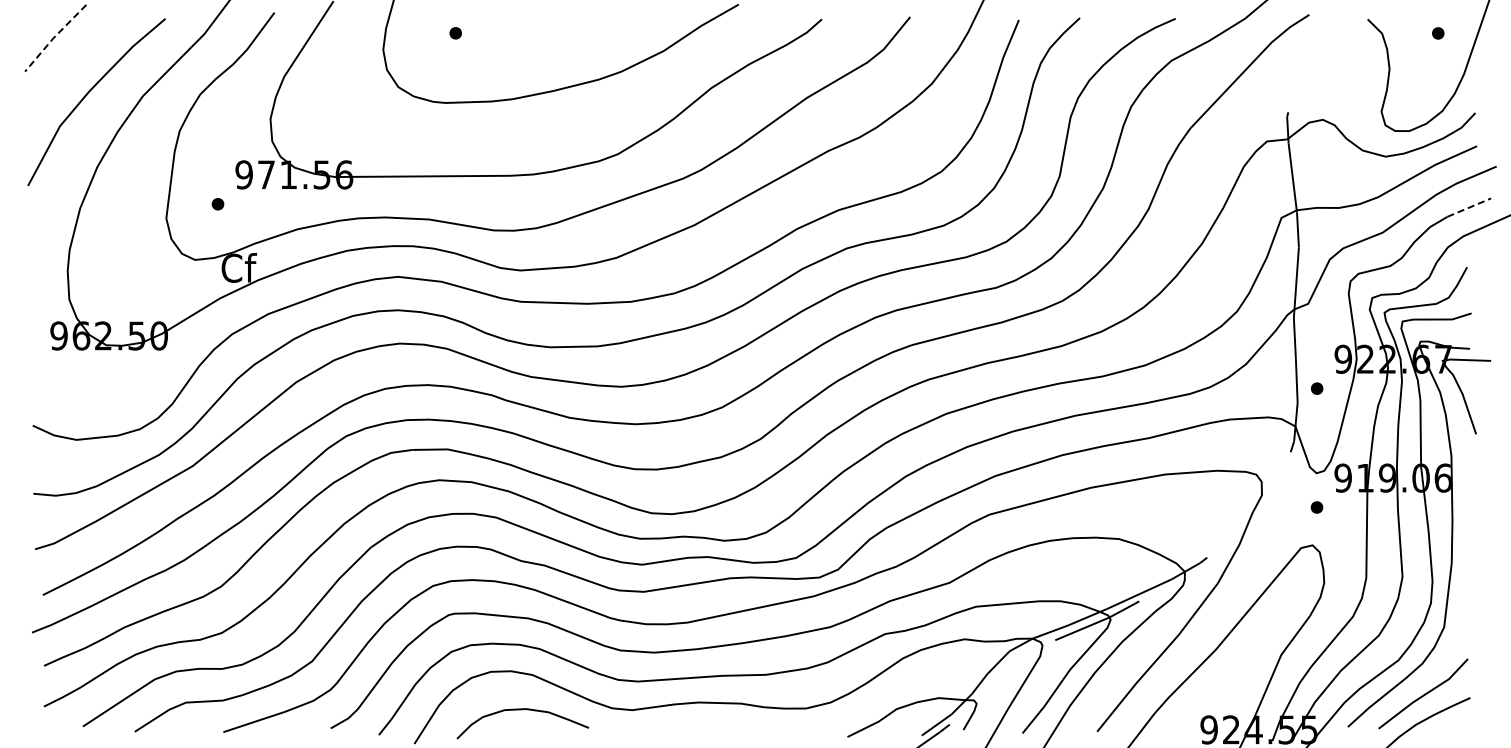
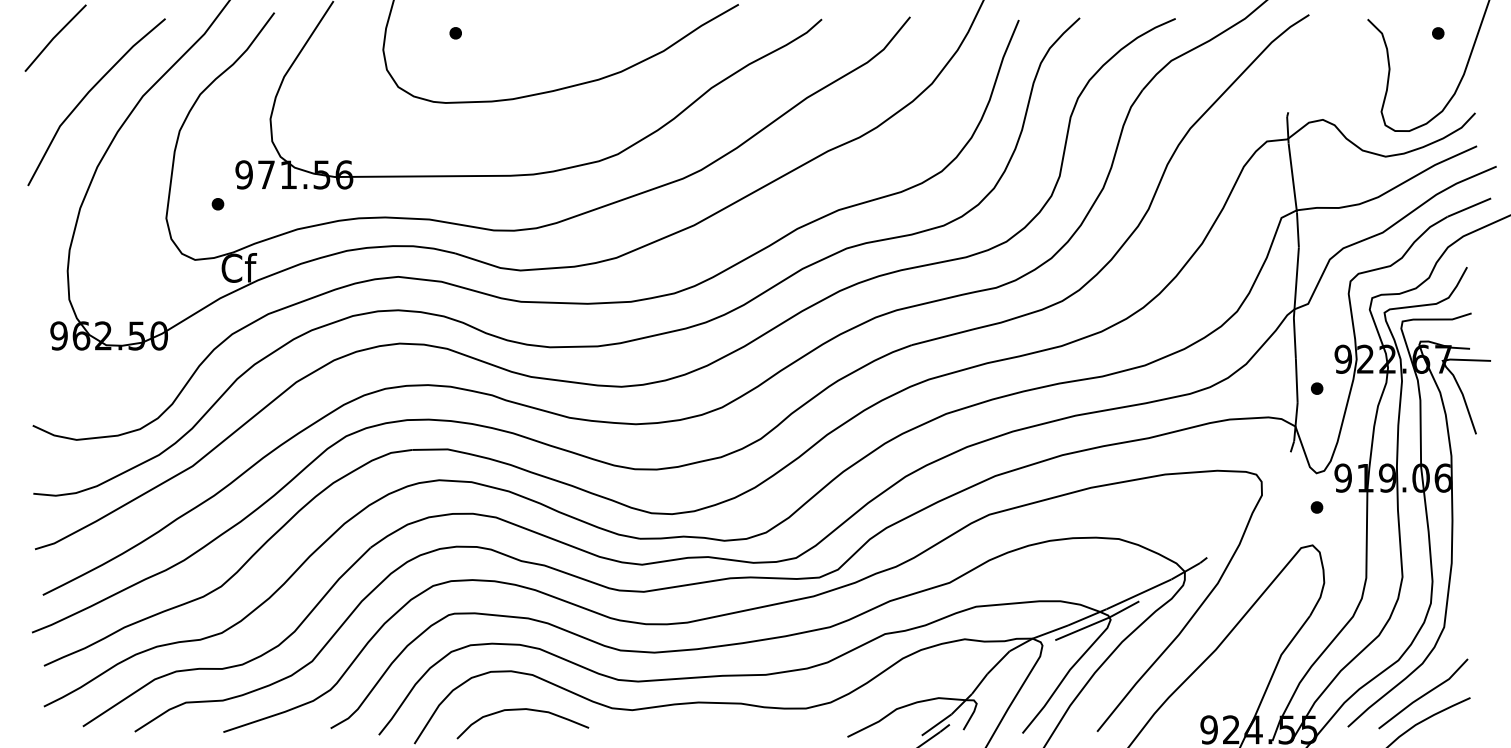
line at (53, 37): dashed -> solid
line at (1469, 207): dashed -> solid
